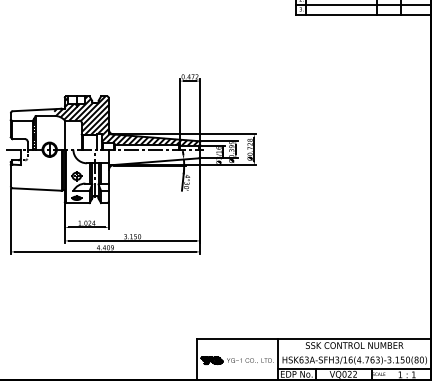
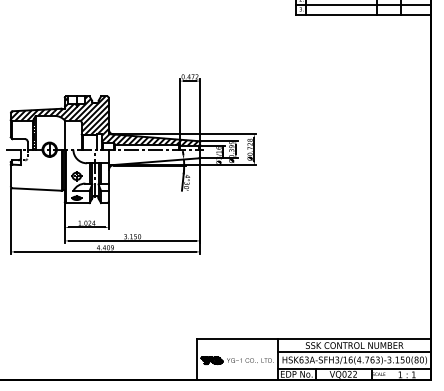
hatch at (32, 115): none -> present
line at (354, 351): none -> present
